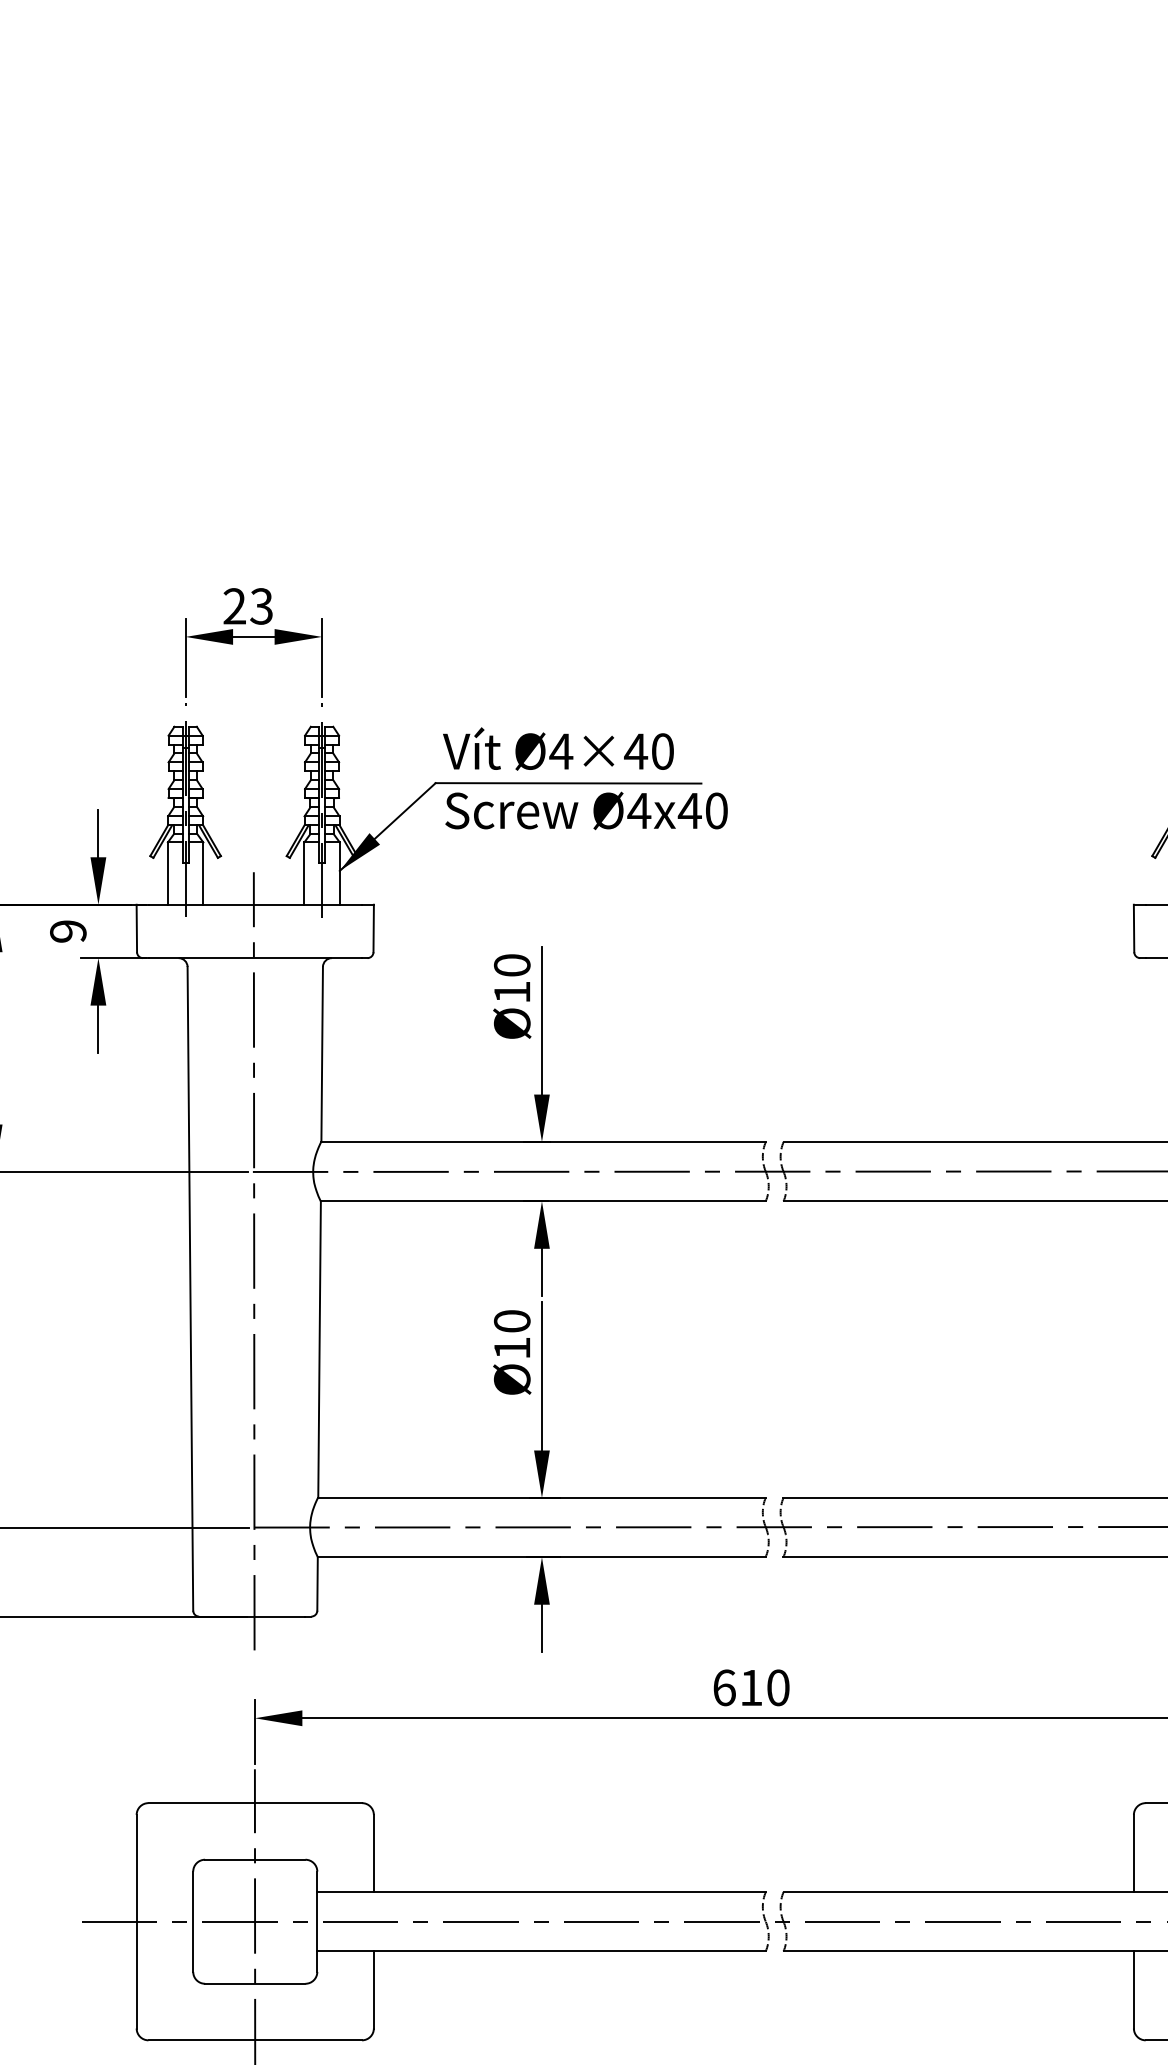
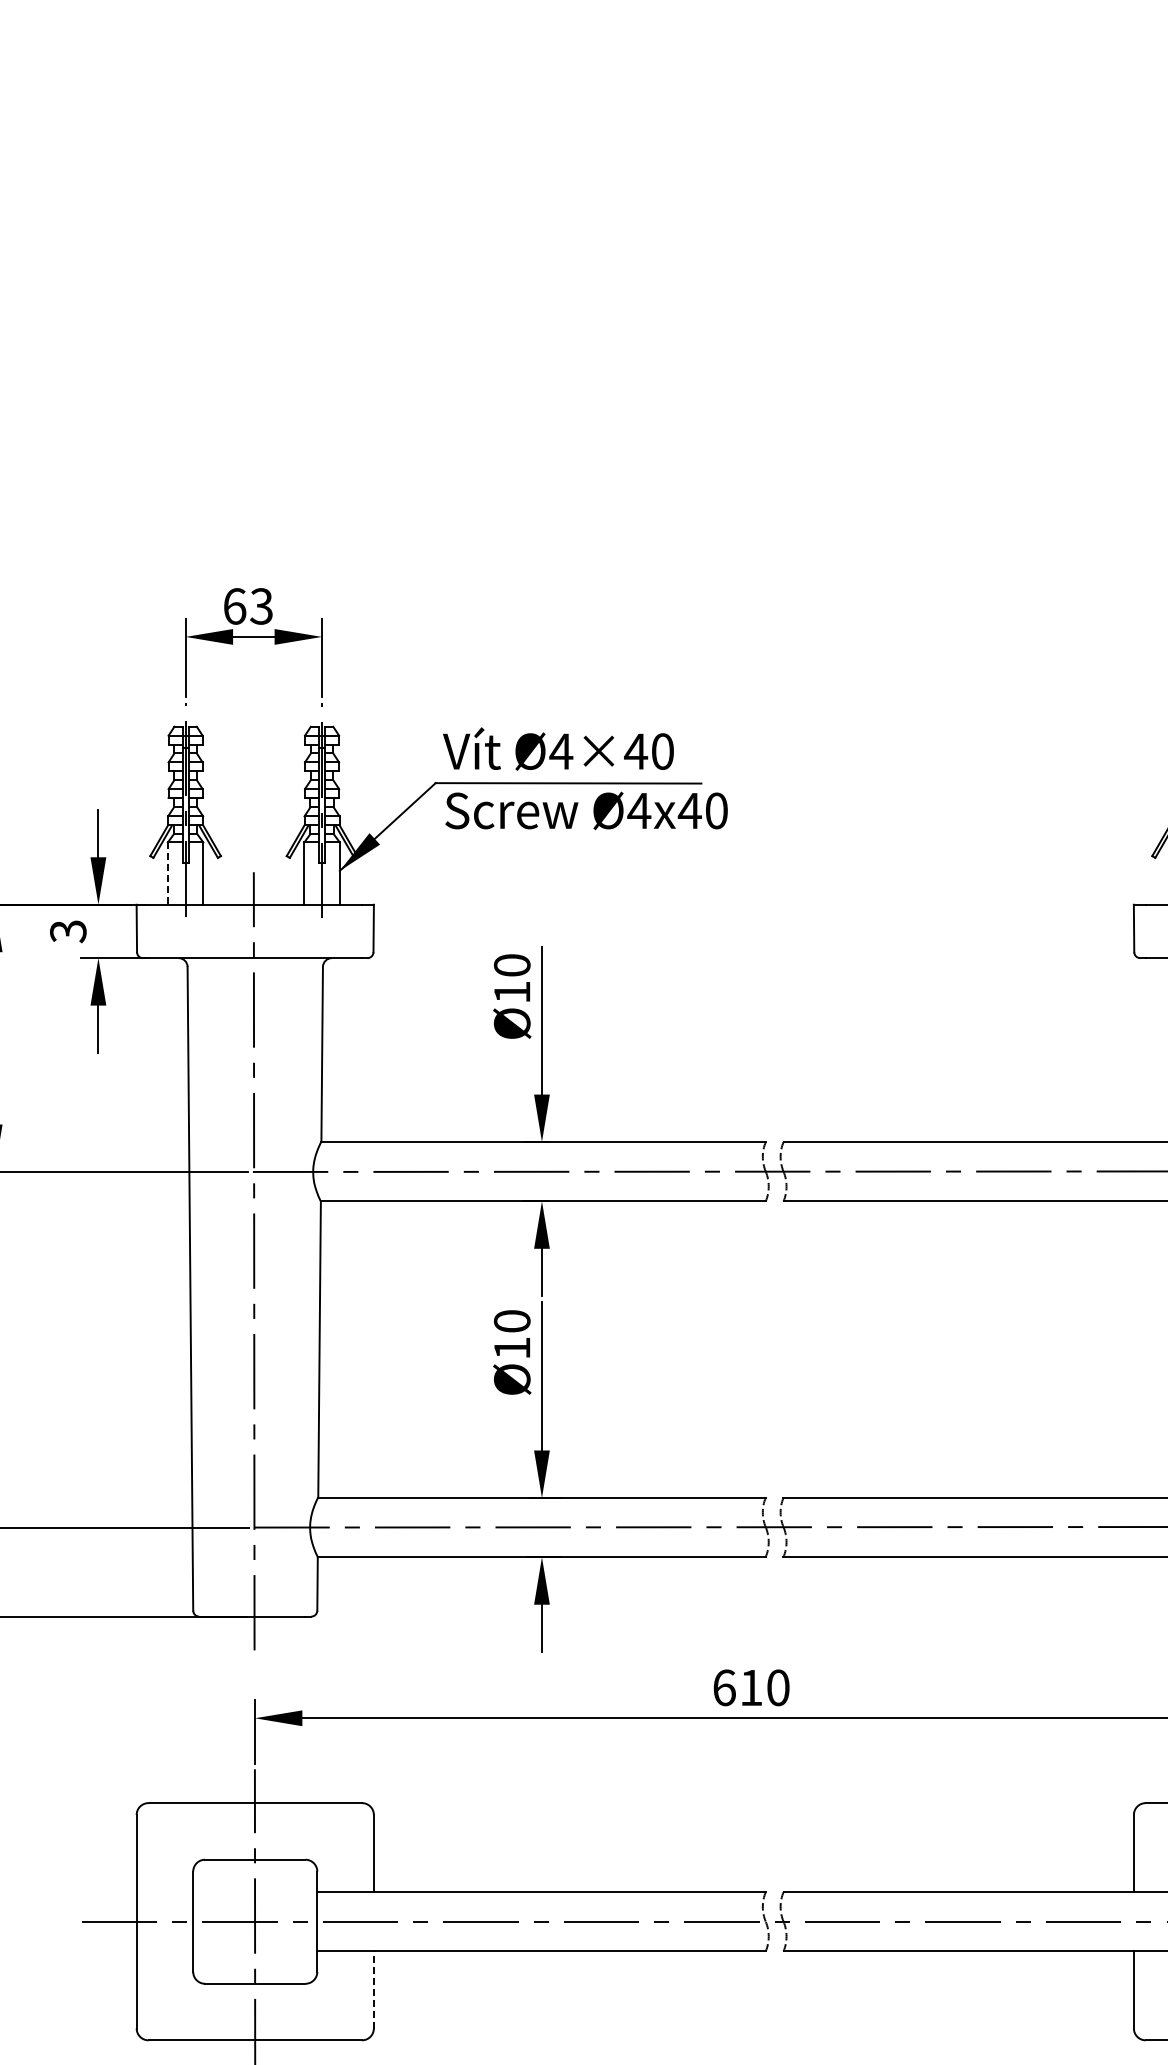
text at (234, 606): 23 -> 63
line at (167, 874): solid -> dashed
text at (68, 931): 9 -> 3
line at (373, 1989): solid -> dashed
